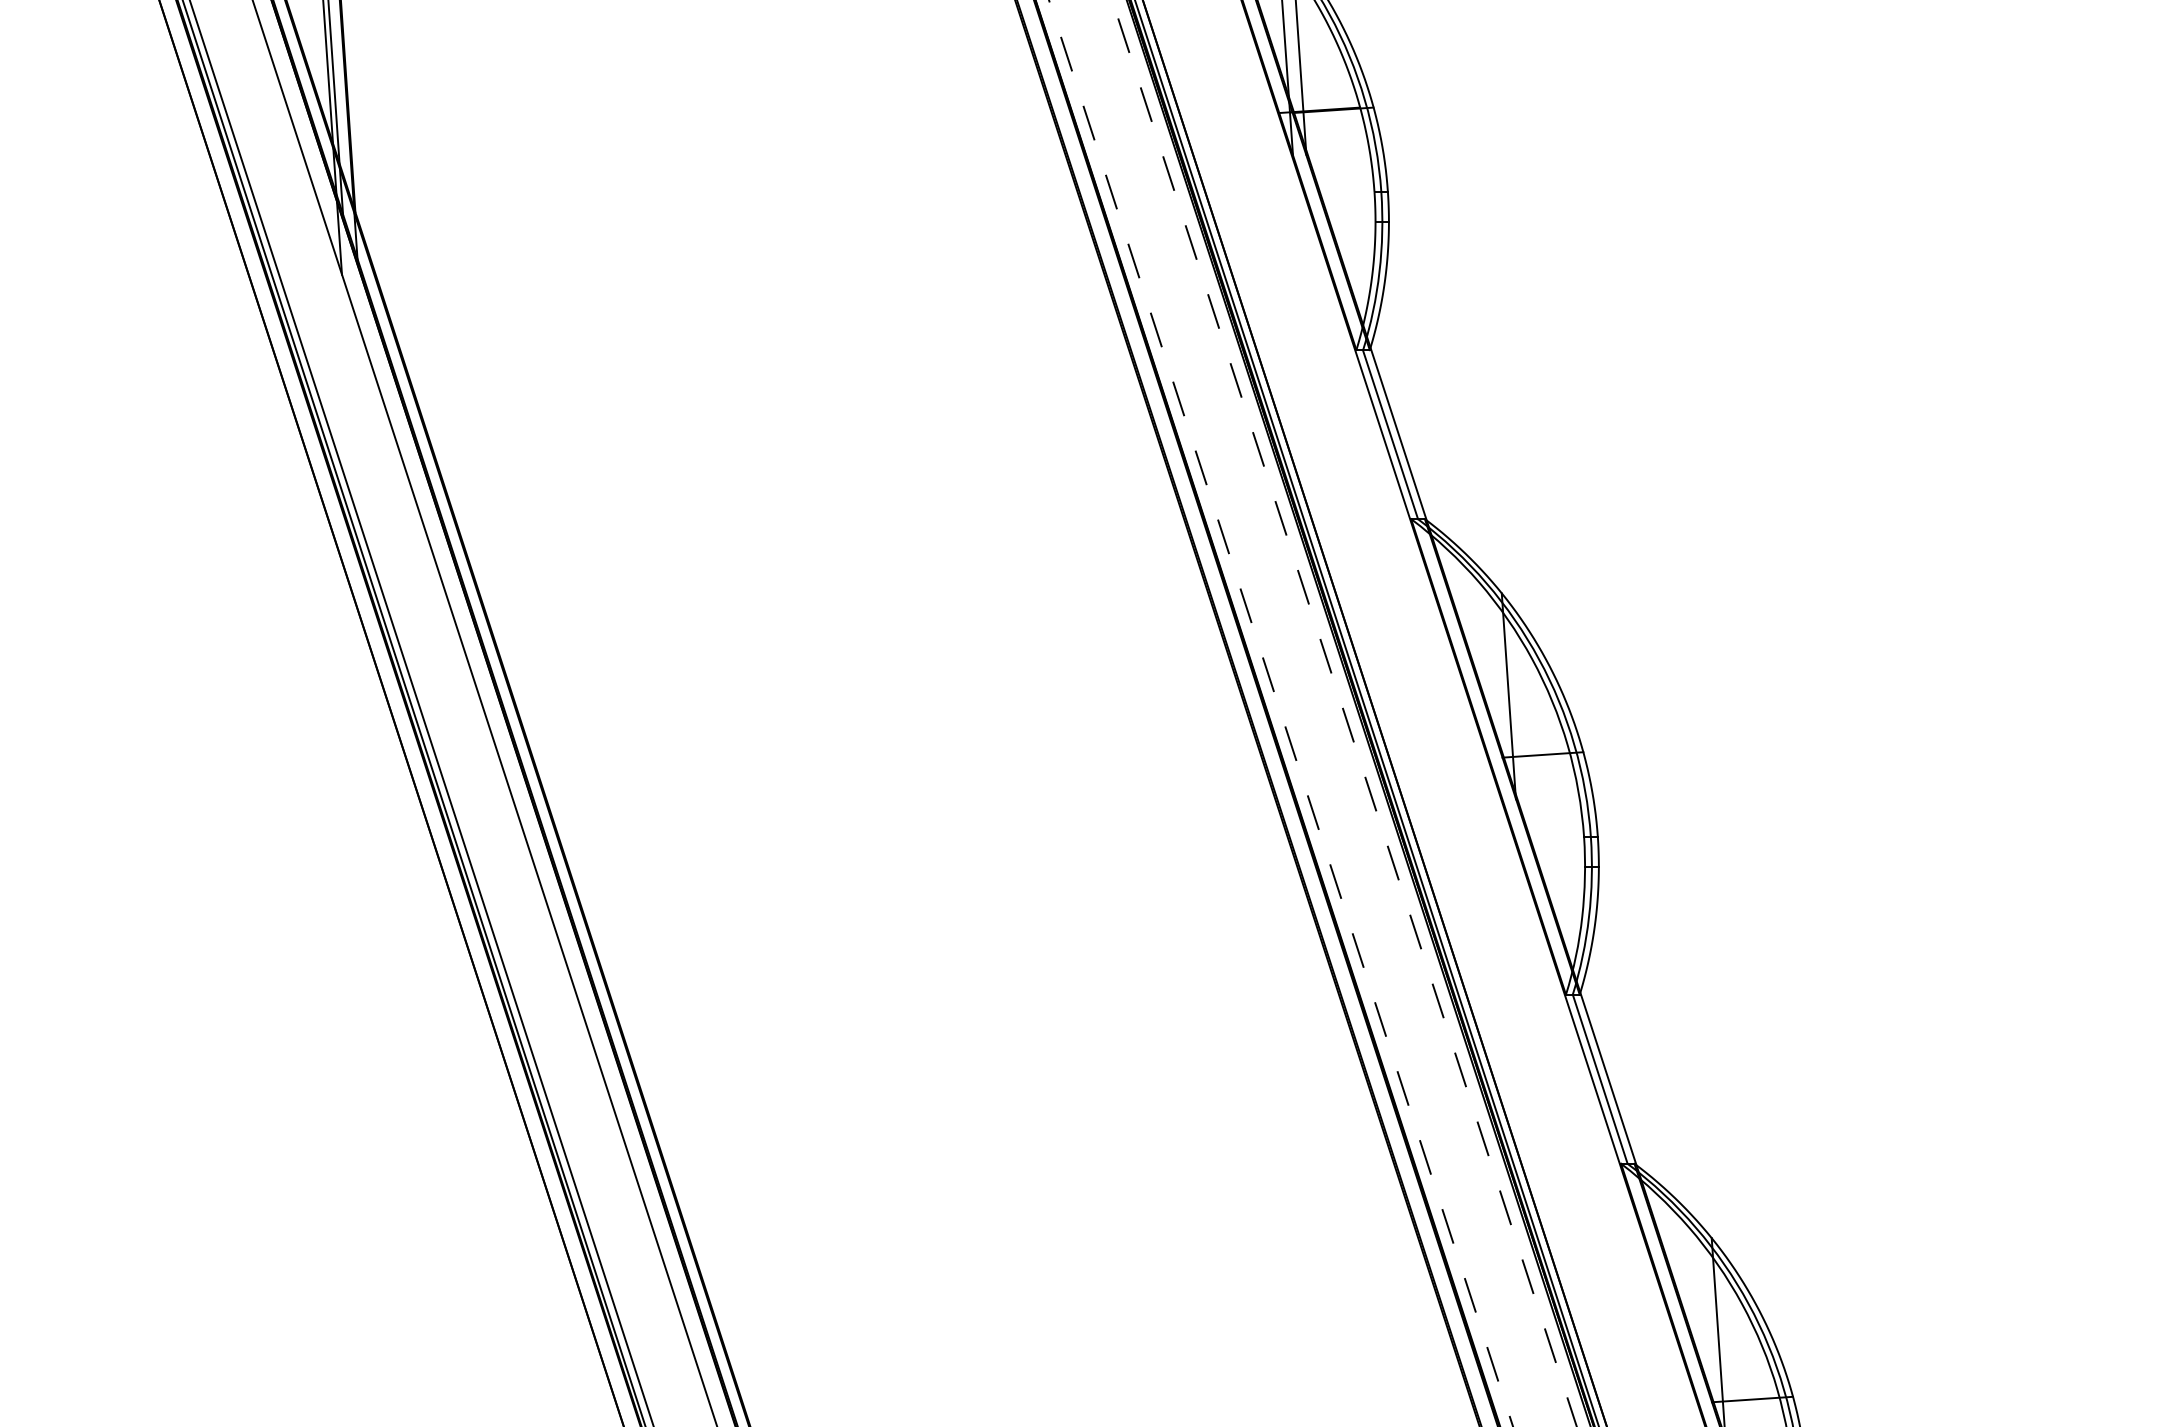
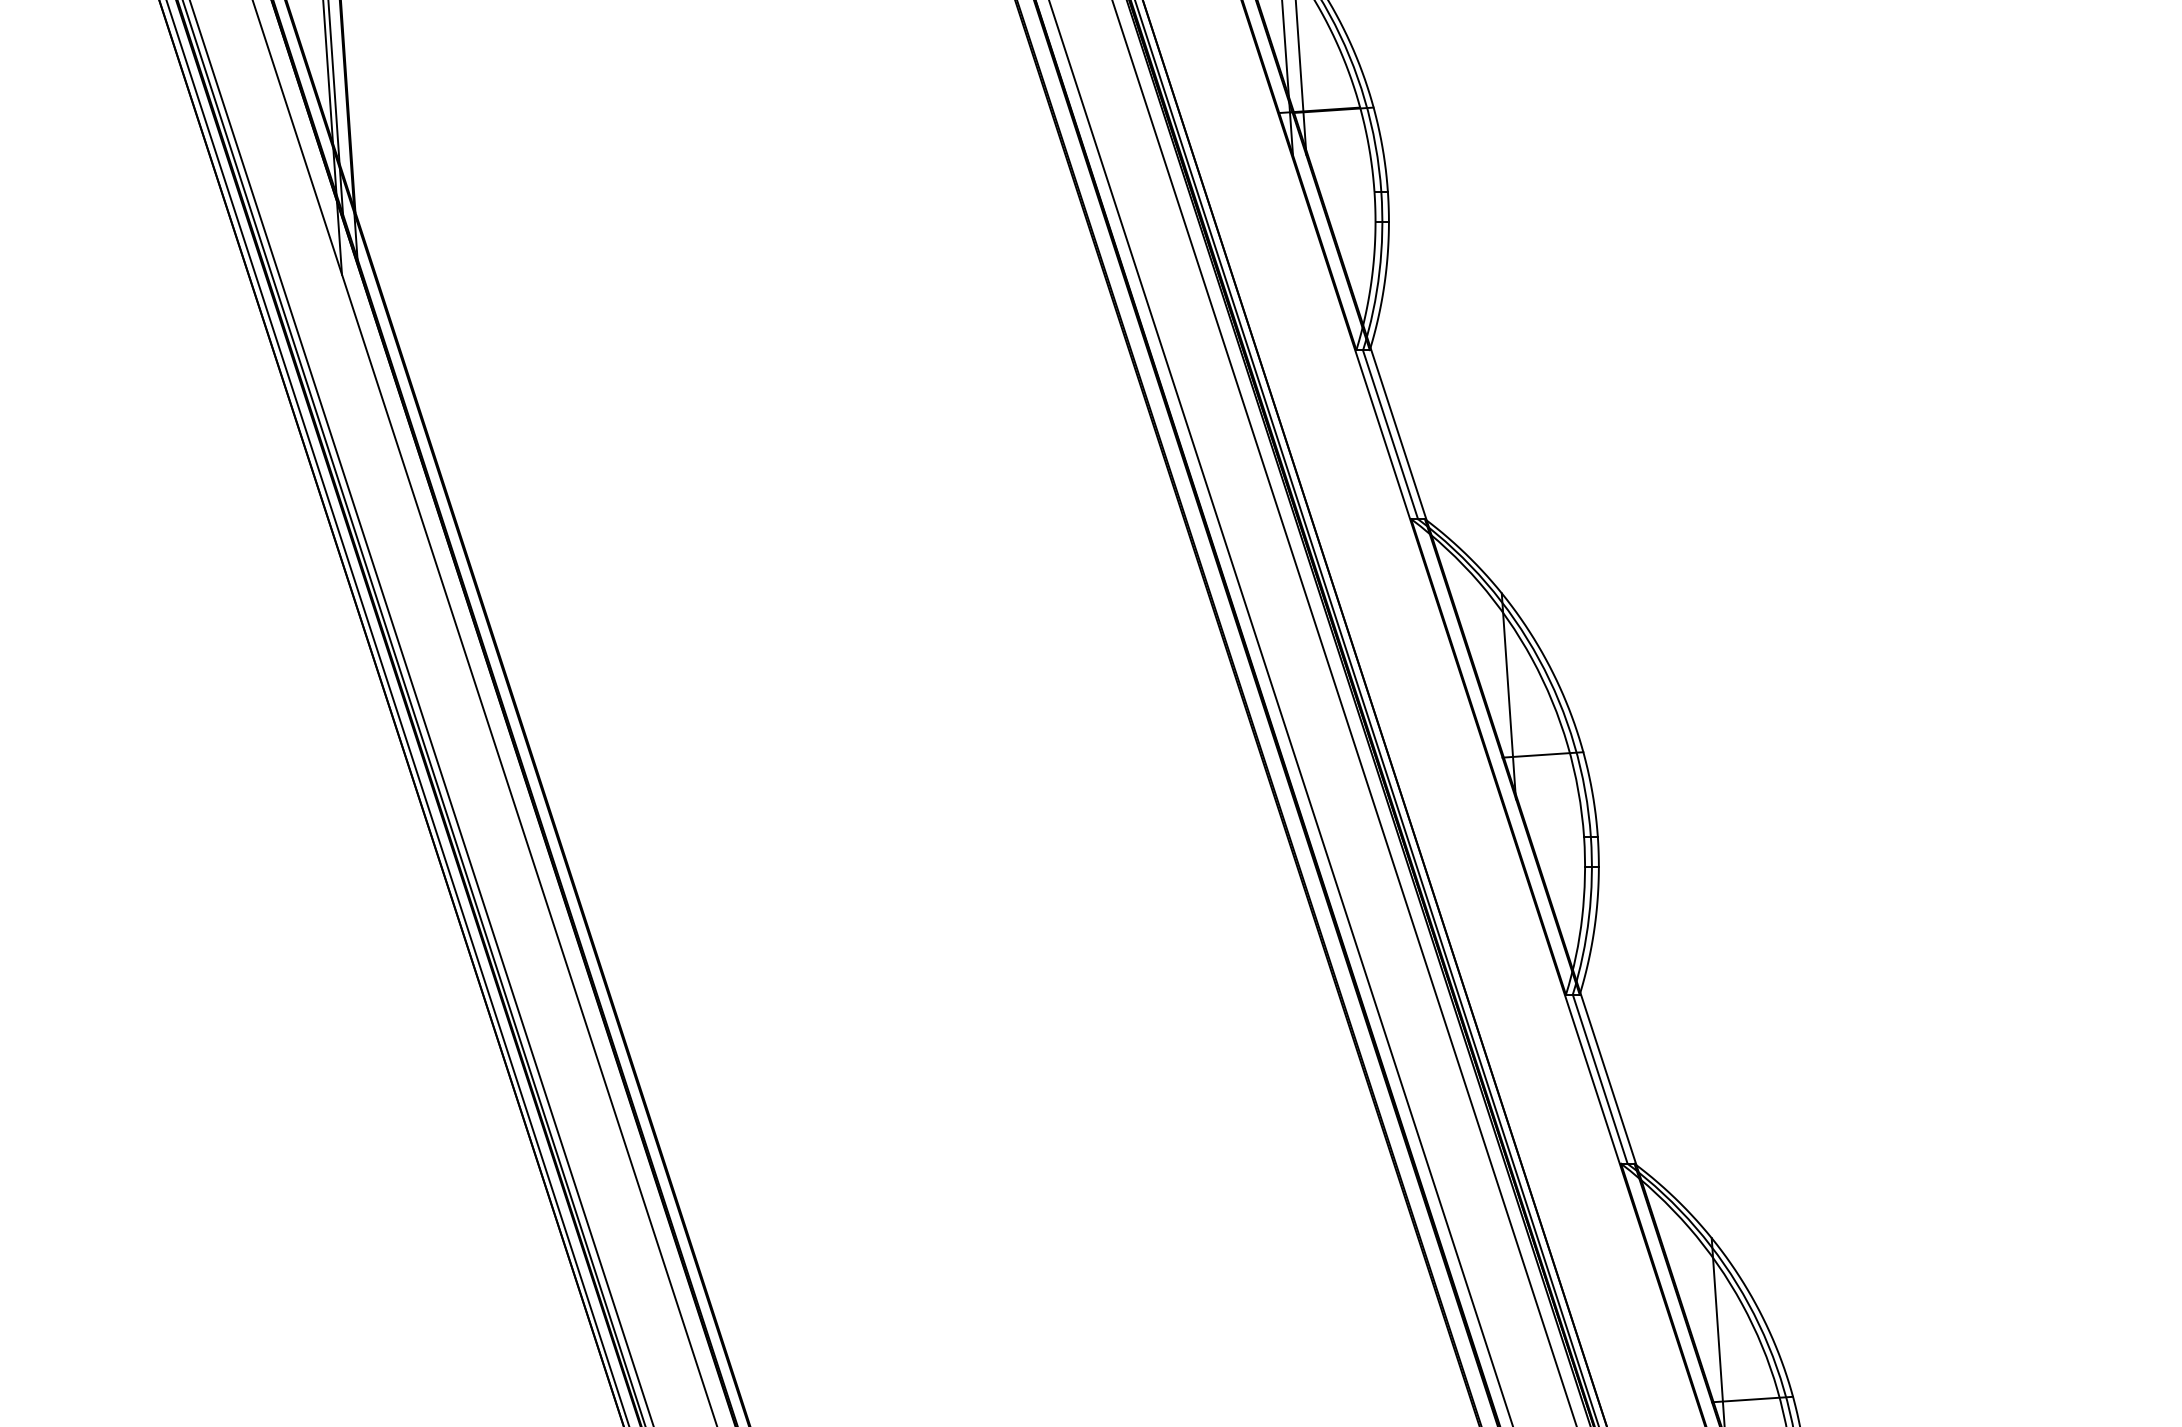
line at (397, 712): none -> present
line at (1344, 713): dashed -> solid
line at (1281, 714): dashed -> solid
